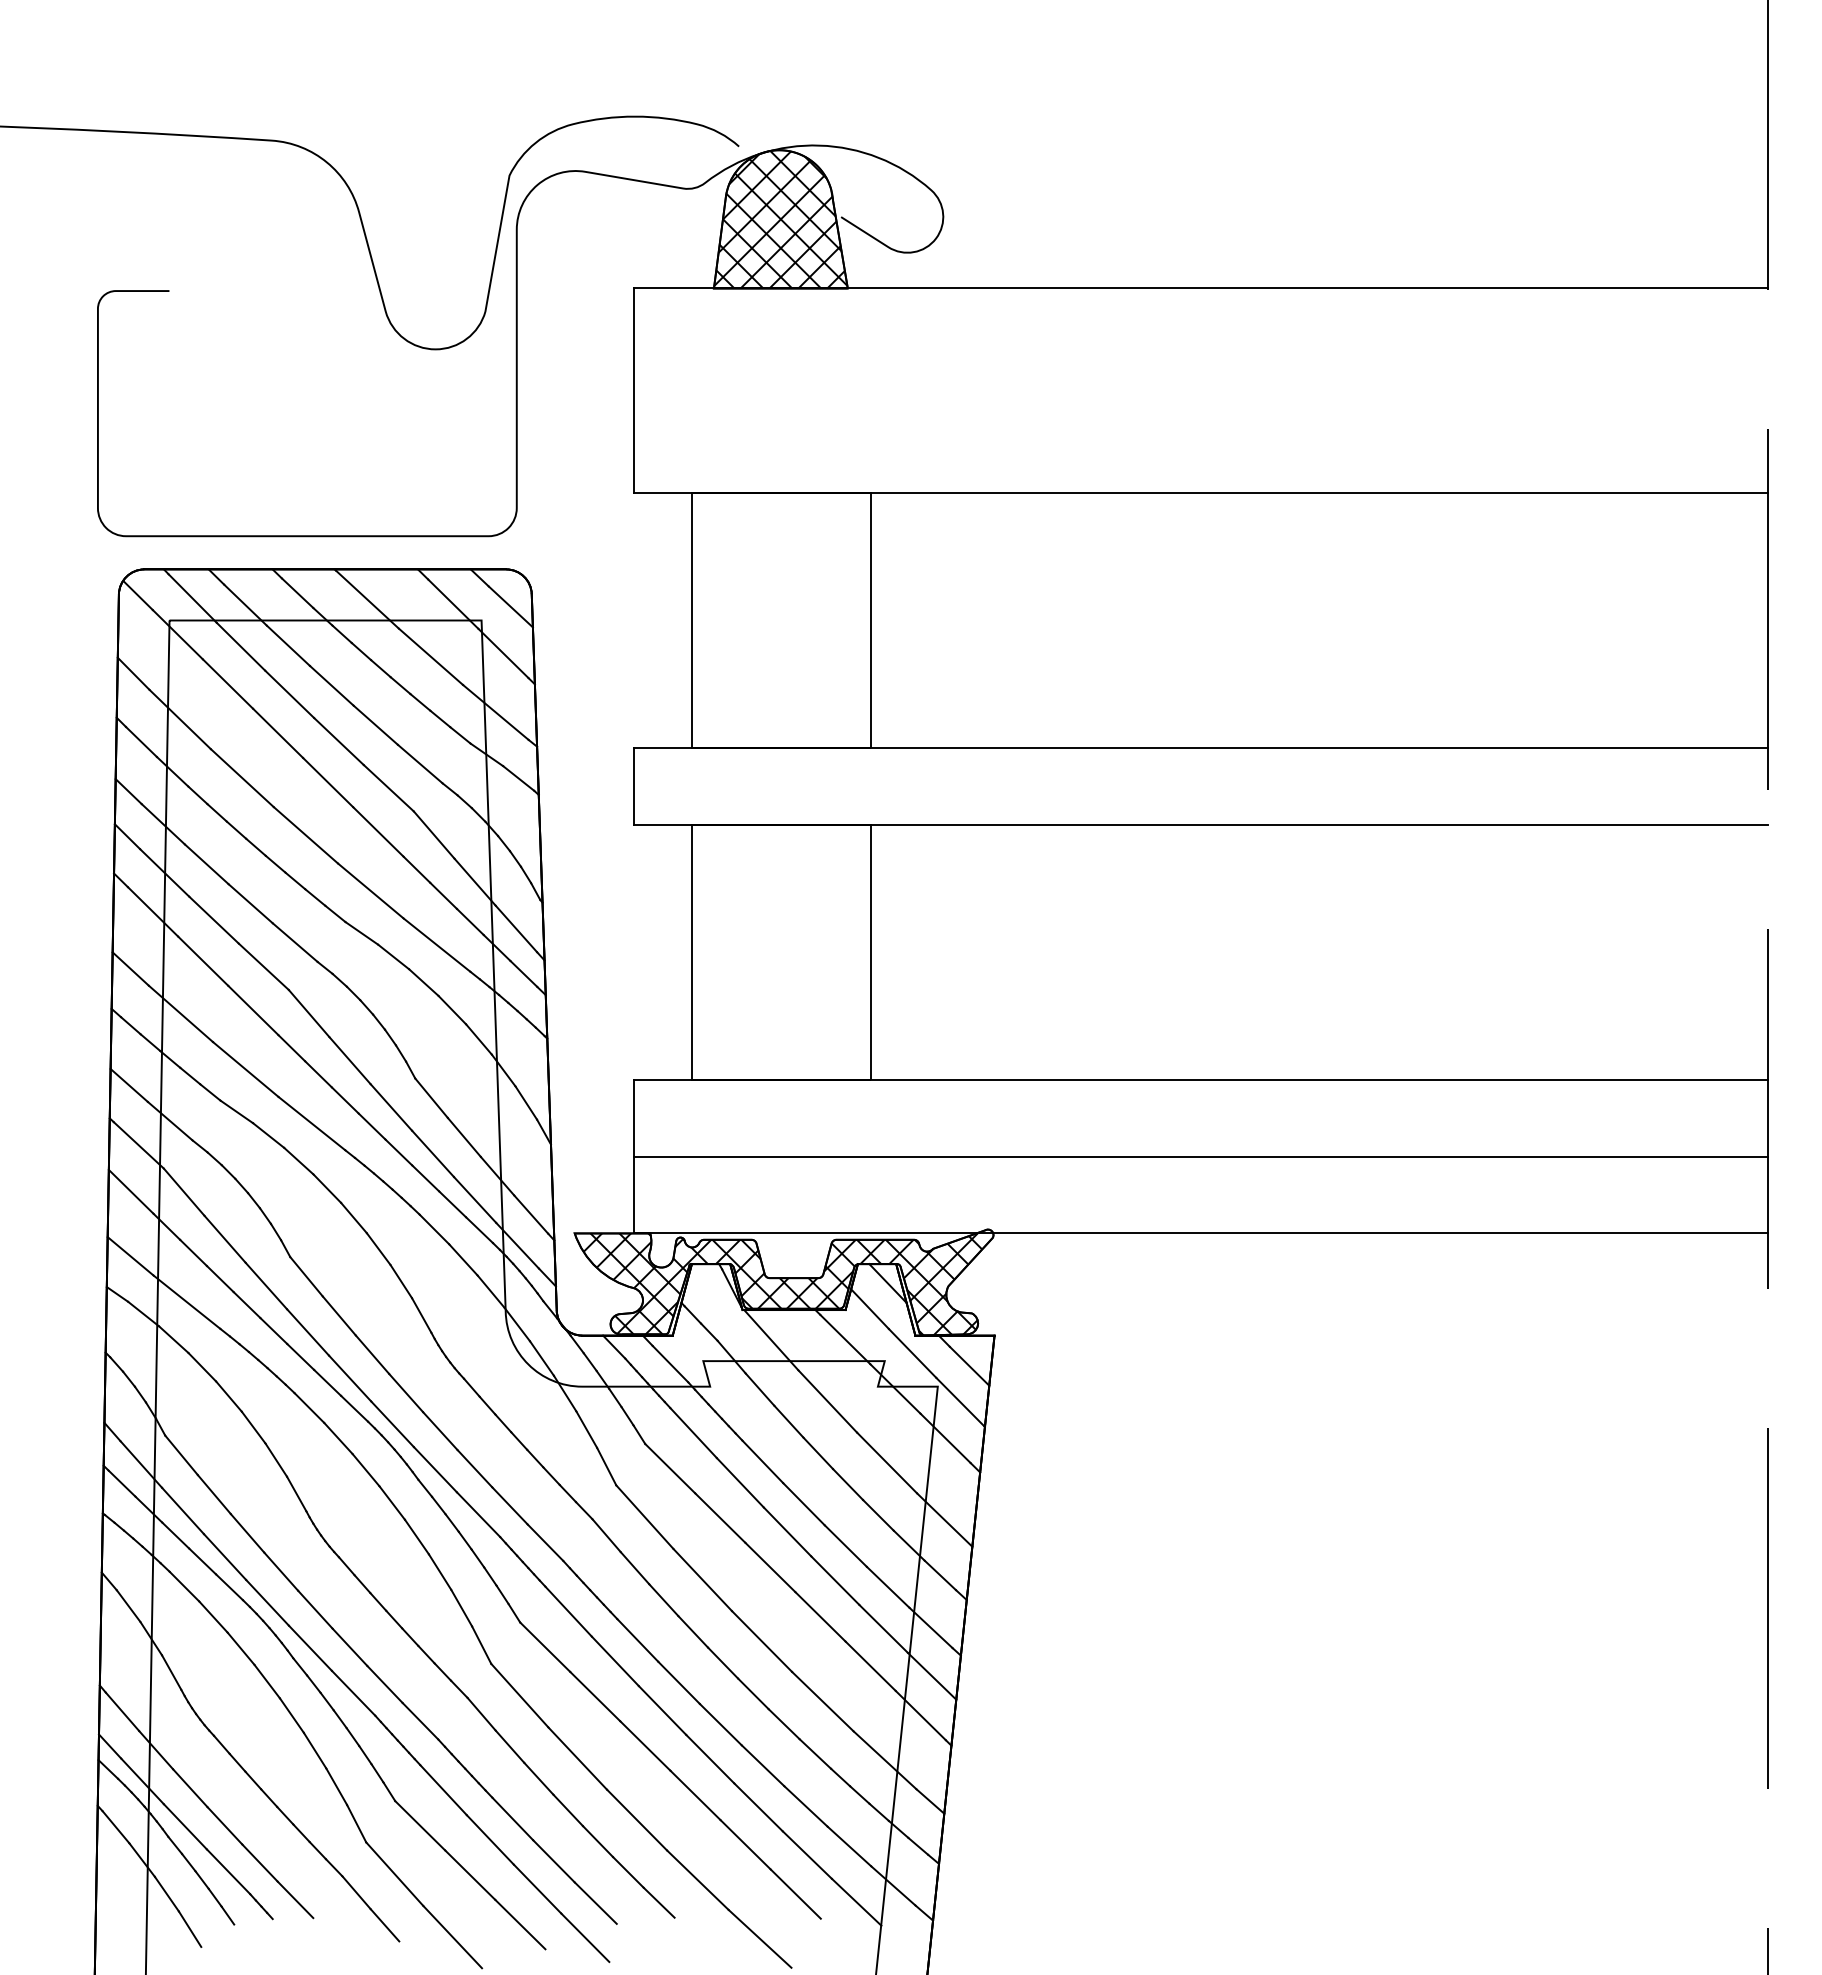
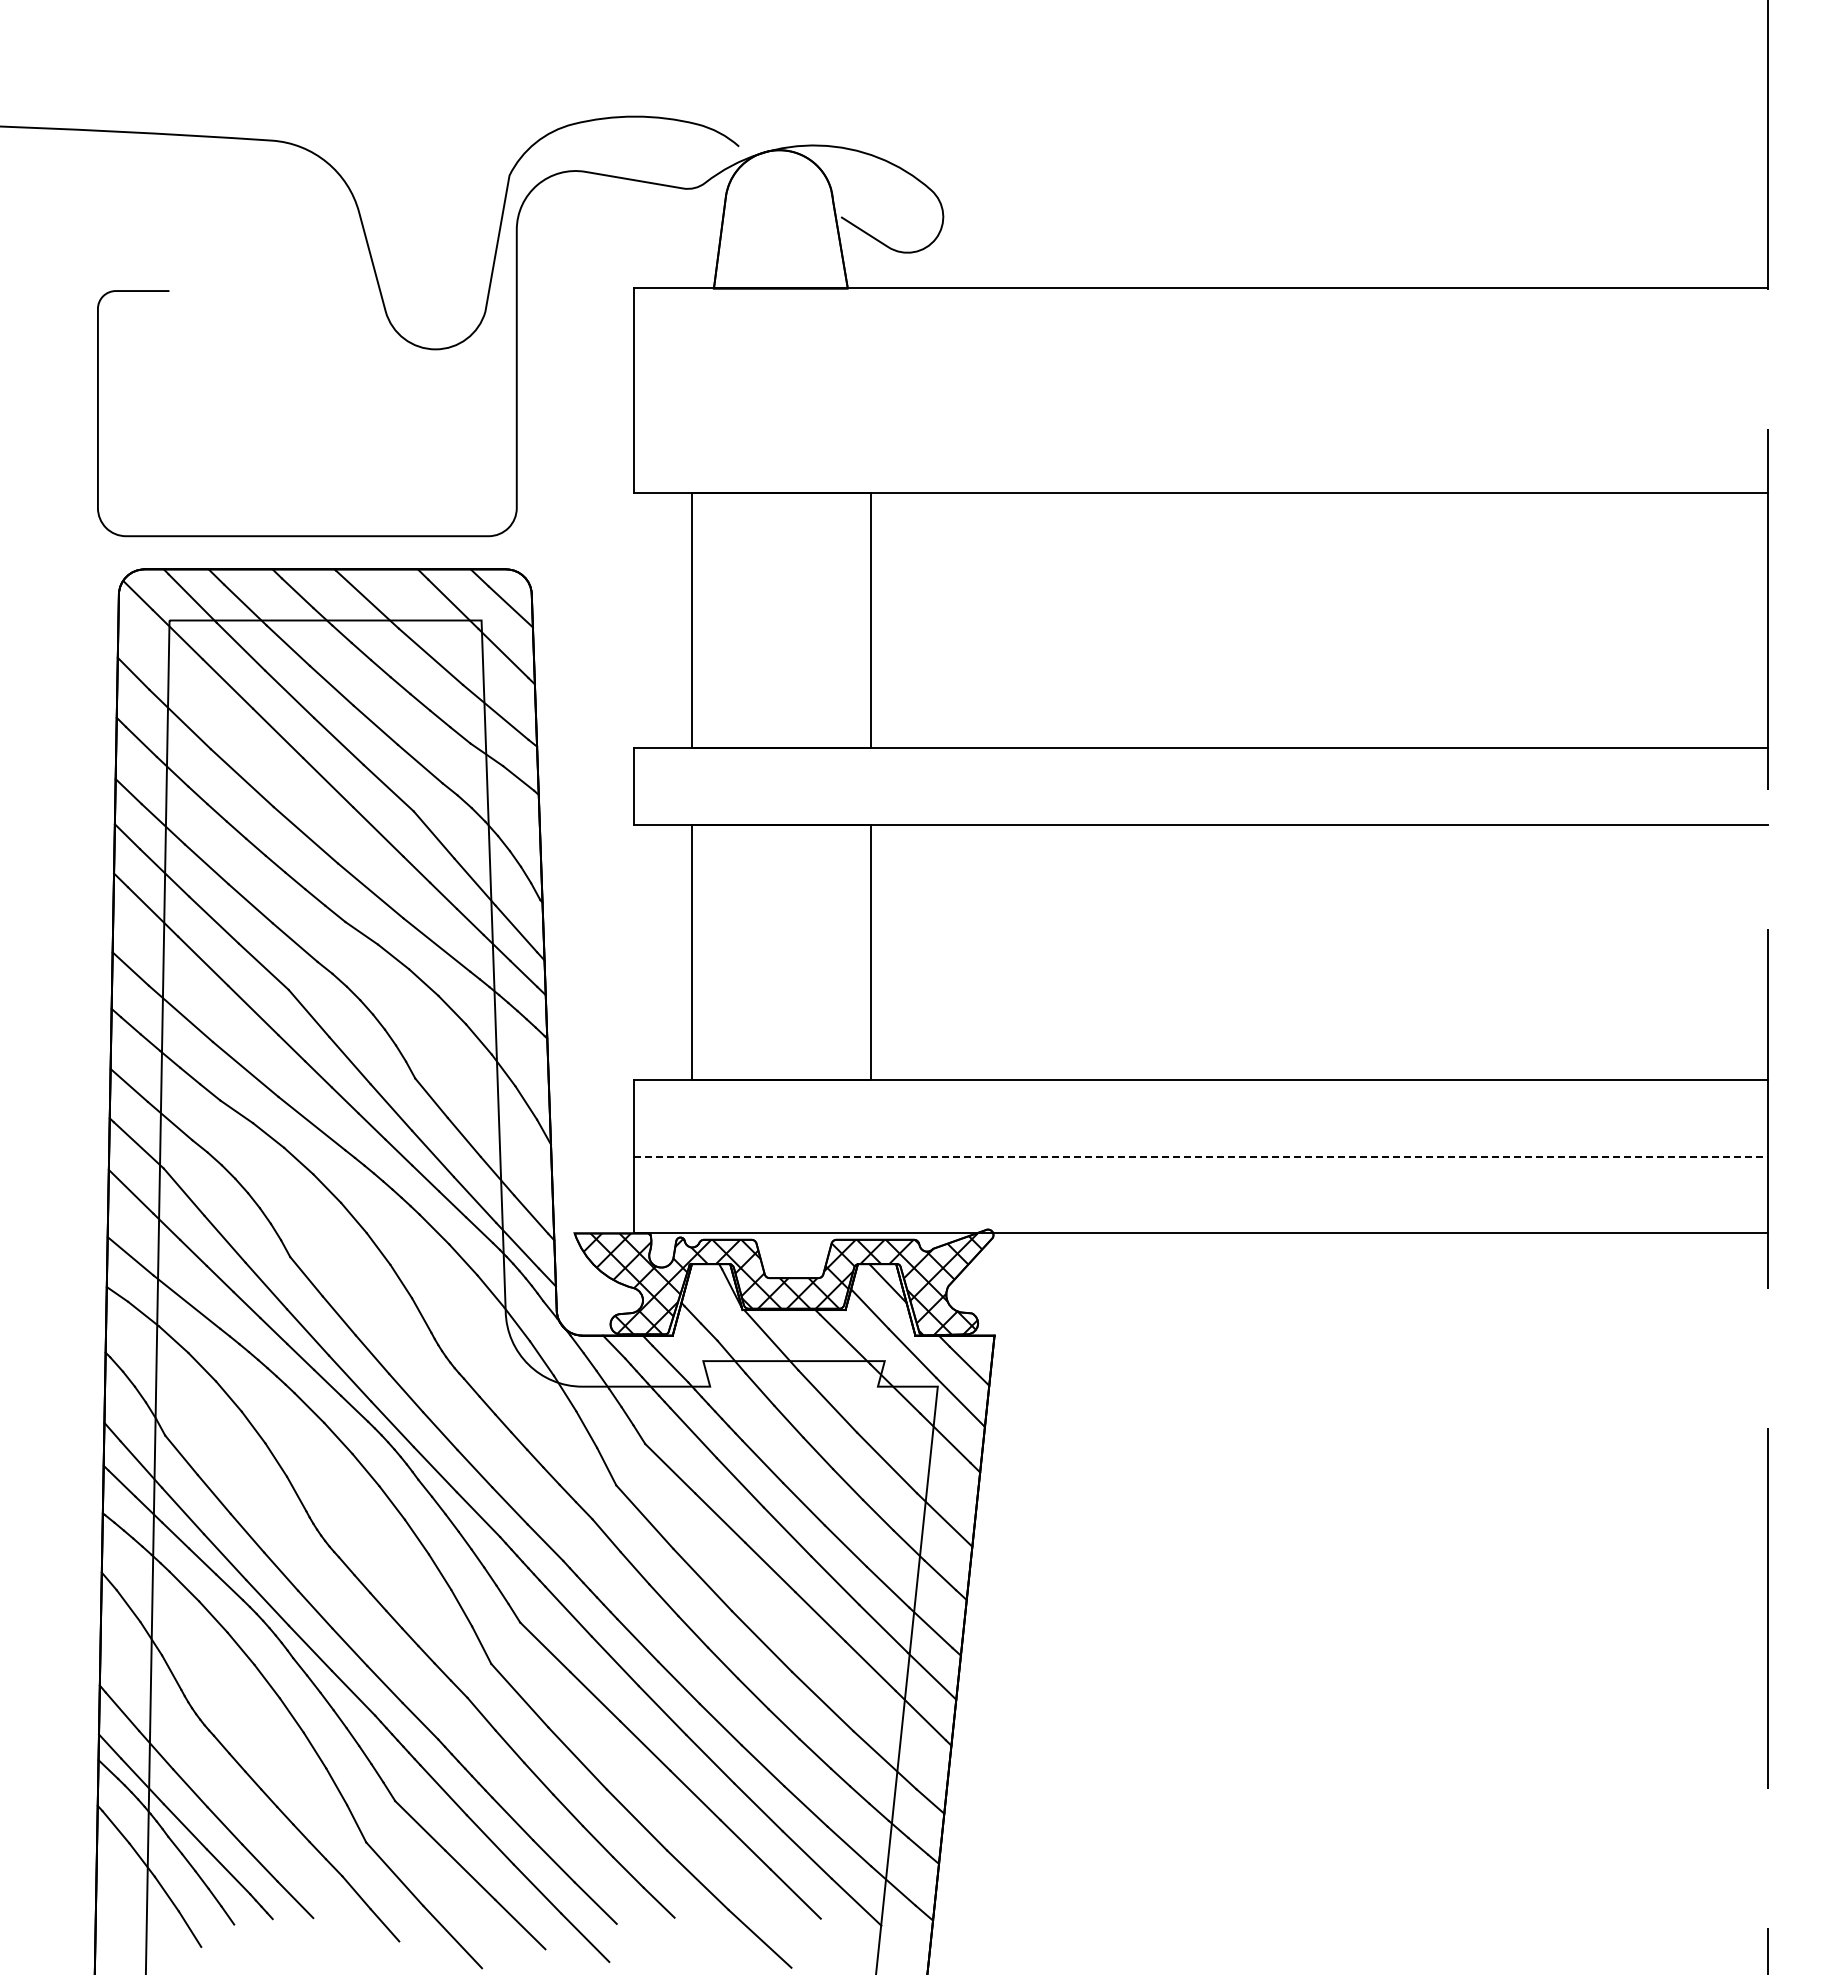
hatch at (780, 219): present -> none
line at (1200, 1156): solid -> dashed
